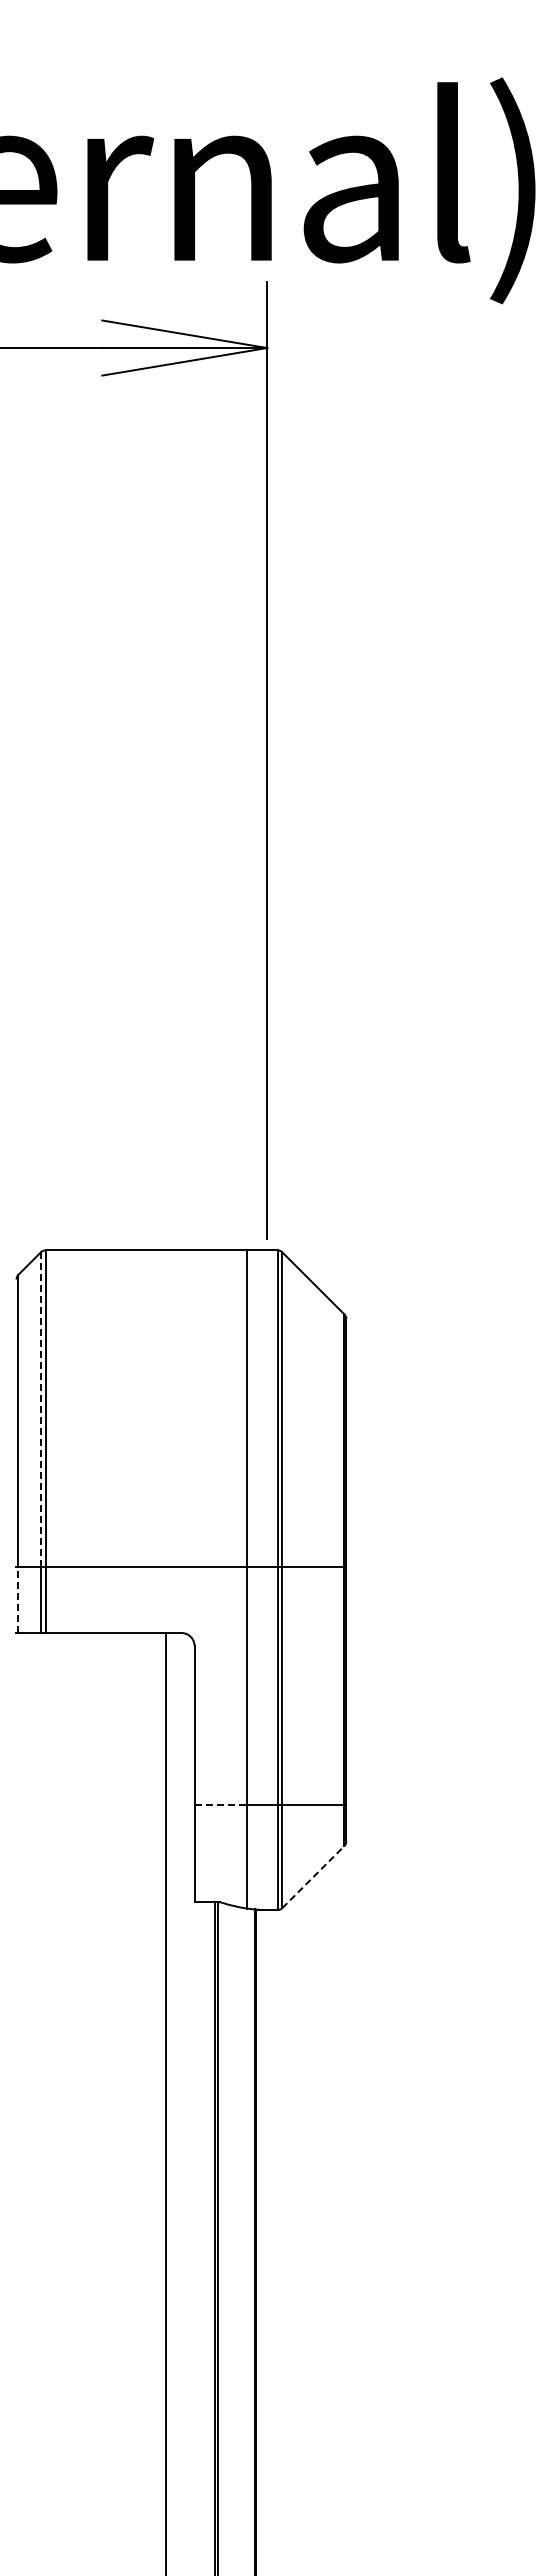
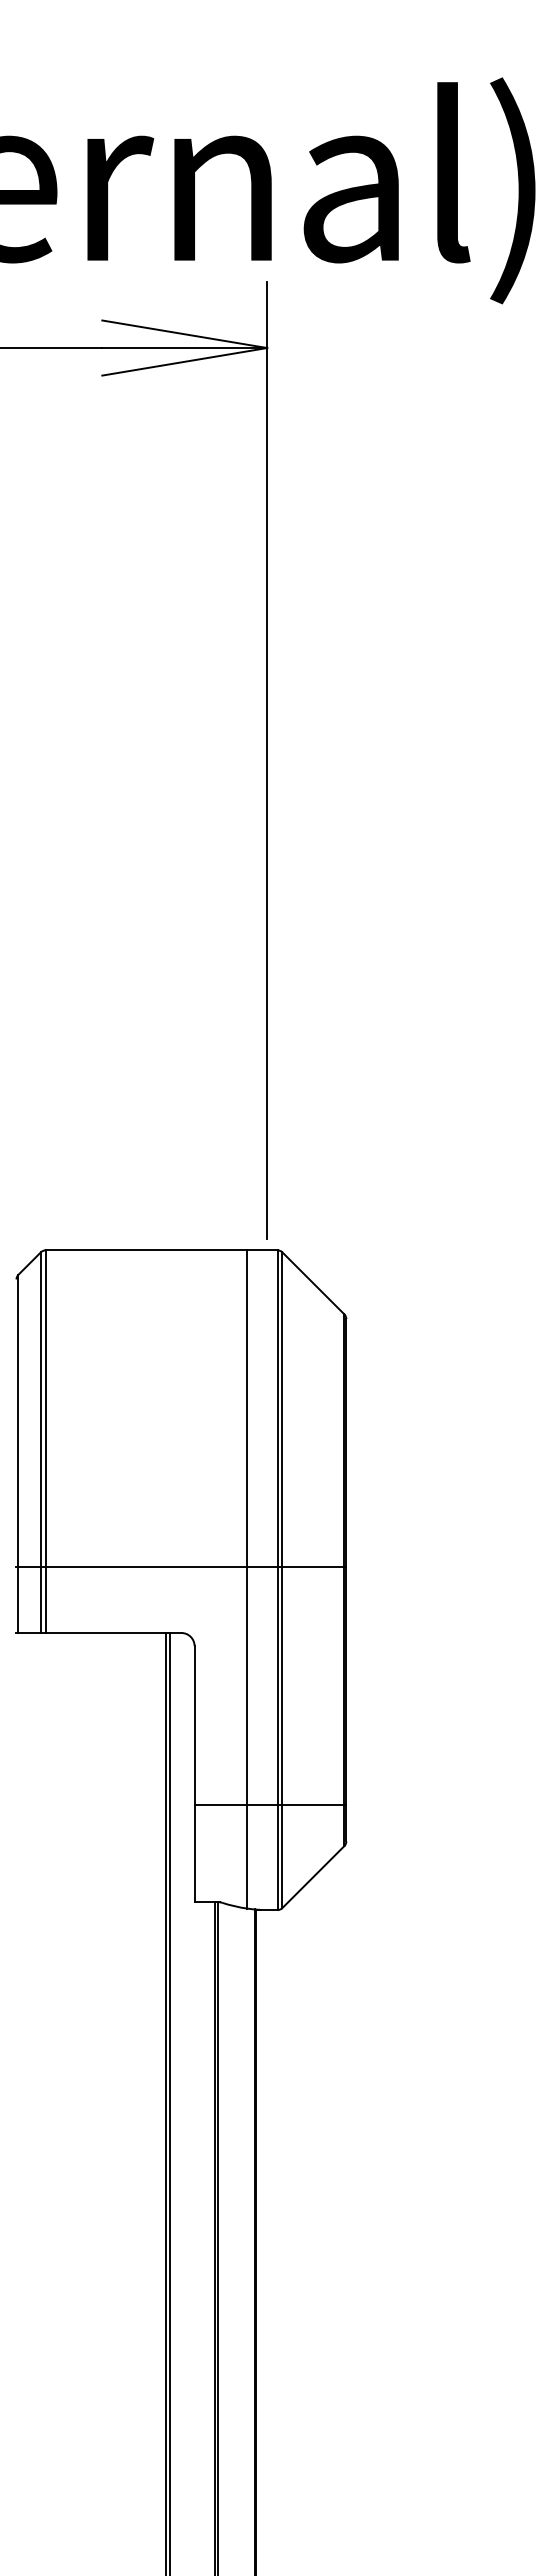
line at (40, 1409): dashed -> solid
line at (18, 1600): dashed -> solid
line at (221, 1804): dashed -> solid
line at (313, 1877): dashed -> solid
line at (170, 2102): none -> present
